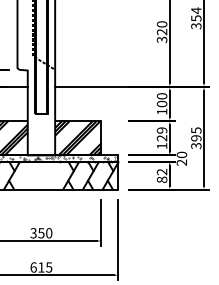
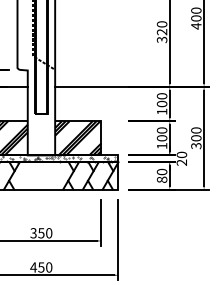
text at (196, 18): 354 -> 400
text at (162, 134): 129 -> 100
text at (196, 134): 395 -> 300
text at (162, 171): 82 -> 80
text at (41, 267): 615 -> 450
